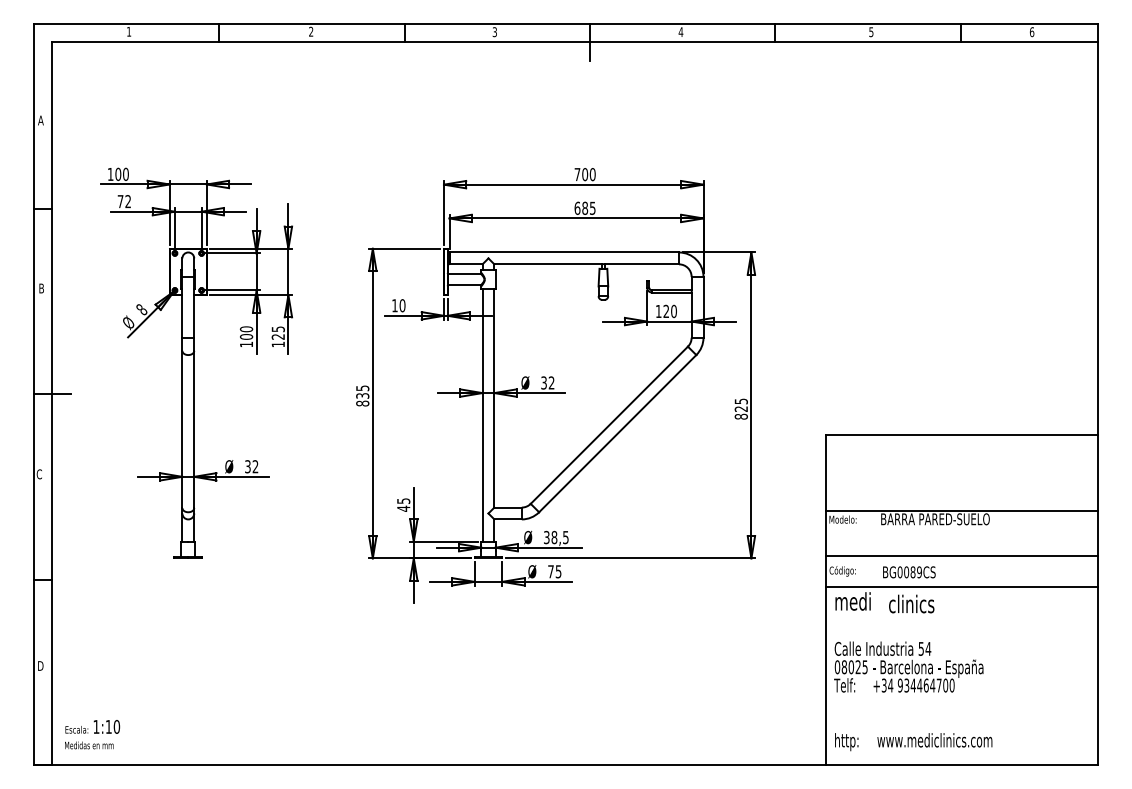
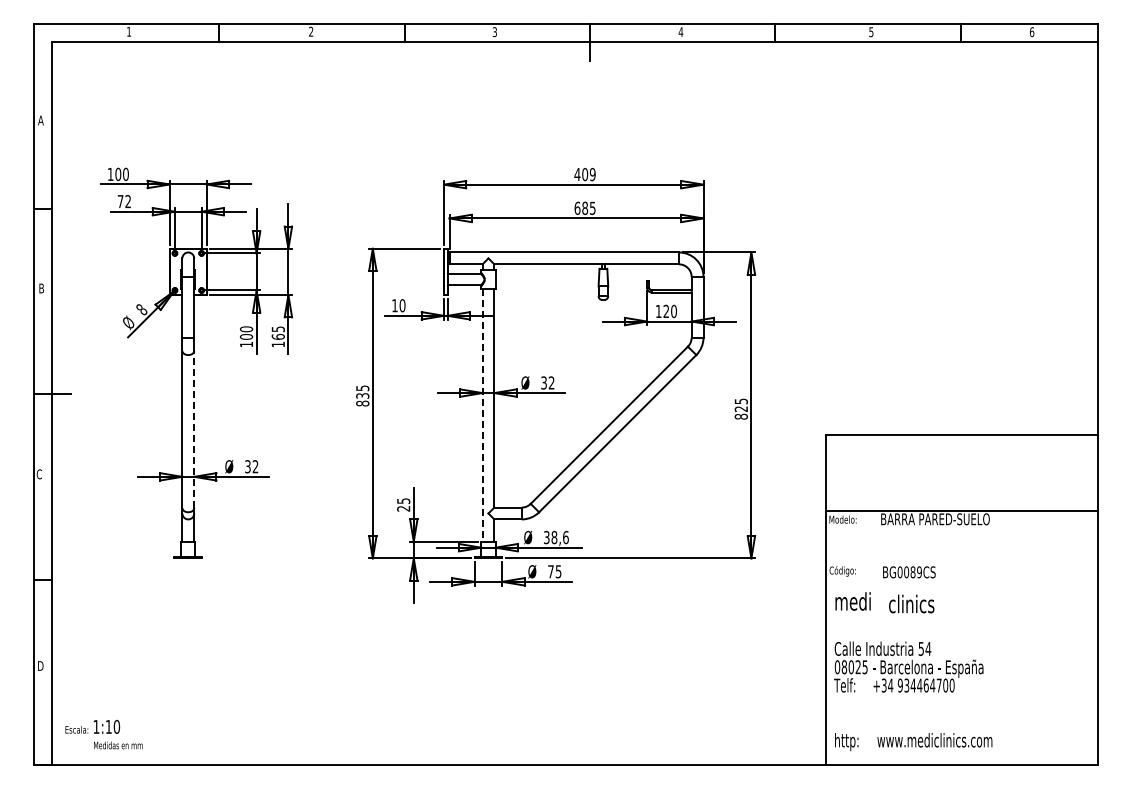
text at (584, 174): 700 -> 409
text at (277, 336): 125 -> 165
line at (482, 415): solid -> dashed
line at (194, 429): solid -> dashed
text at (403, 508): 45 -> 25
text at (565, 537): 38,5 -> 38,6
line at (962, 555): present -> none
line at (962, 586): present -> none
text at (89, 745) position: (89, 745) -> (118, 745)
